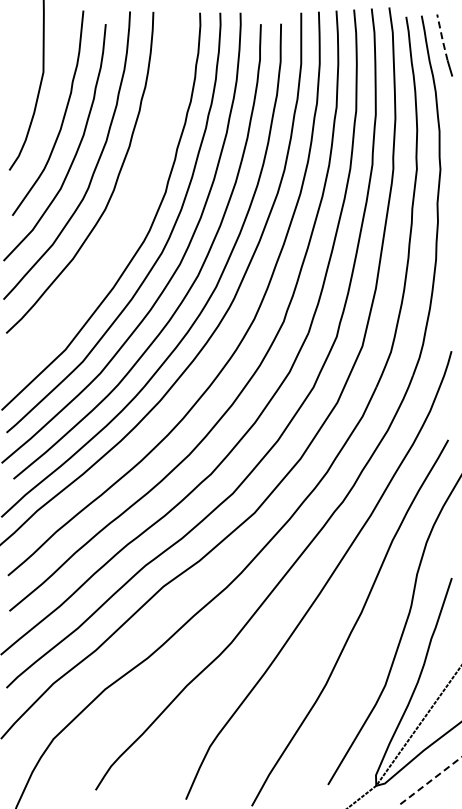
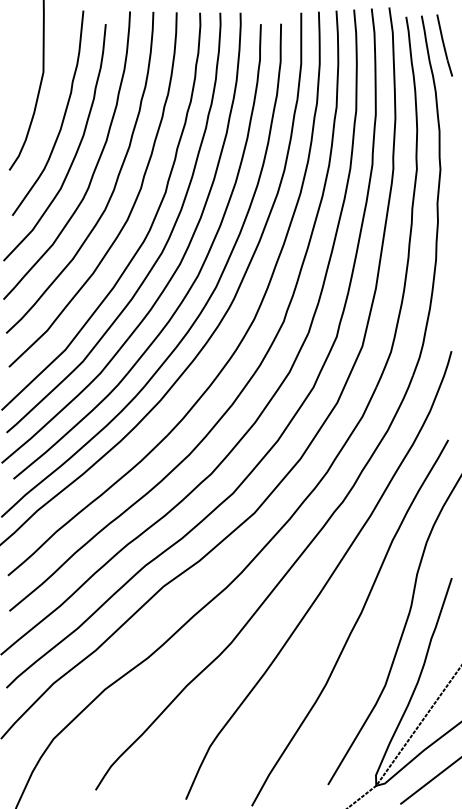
line at (442, 37): dashed -> solid
curve at (131, 207): none -> present
line at (431, 780): dashed -> solid
